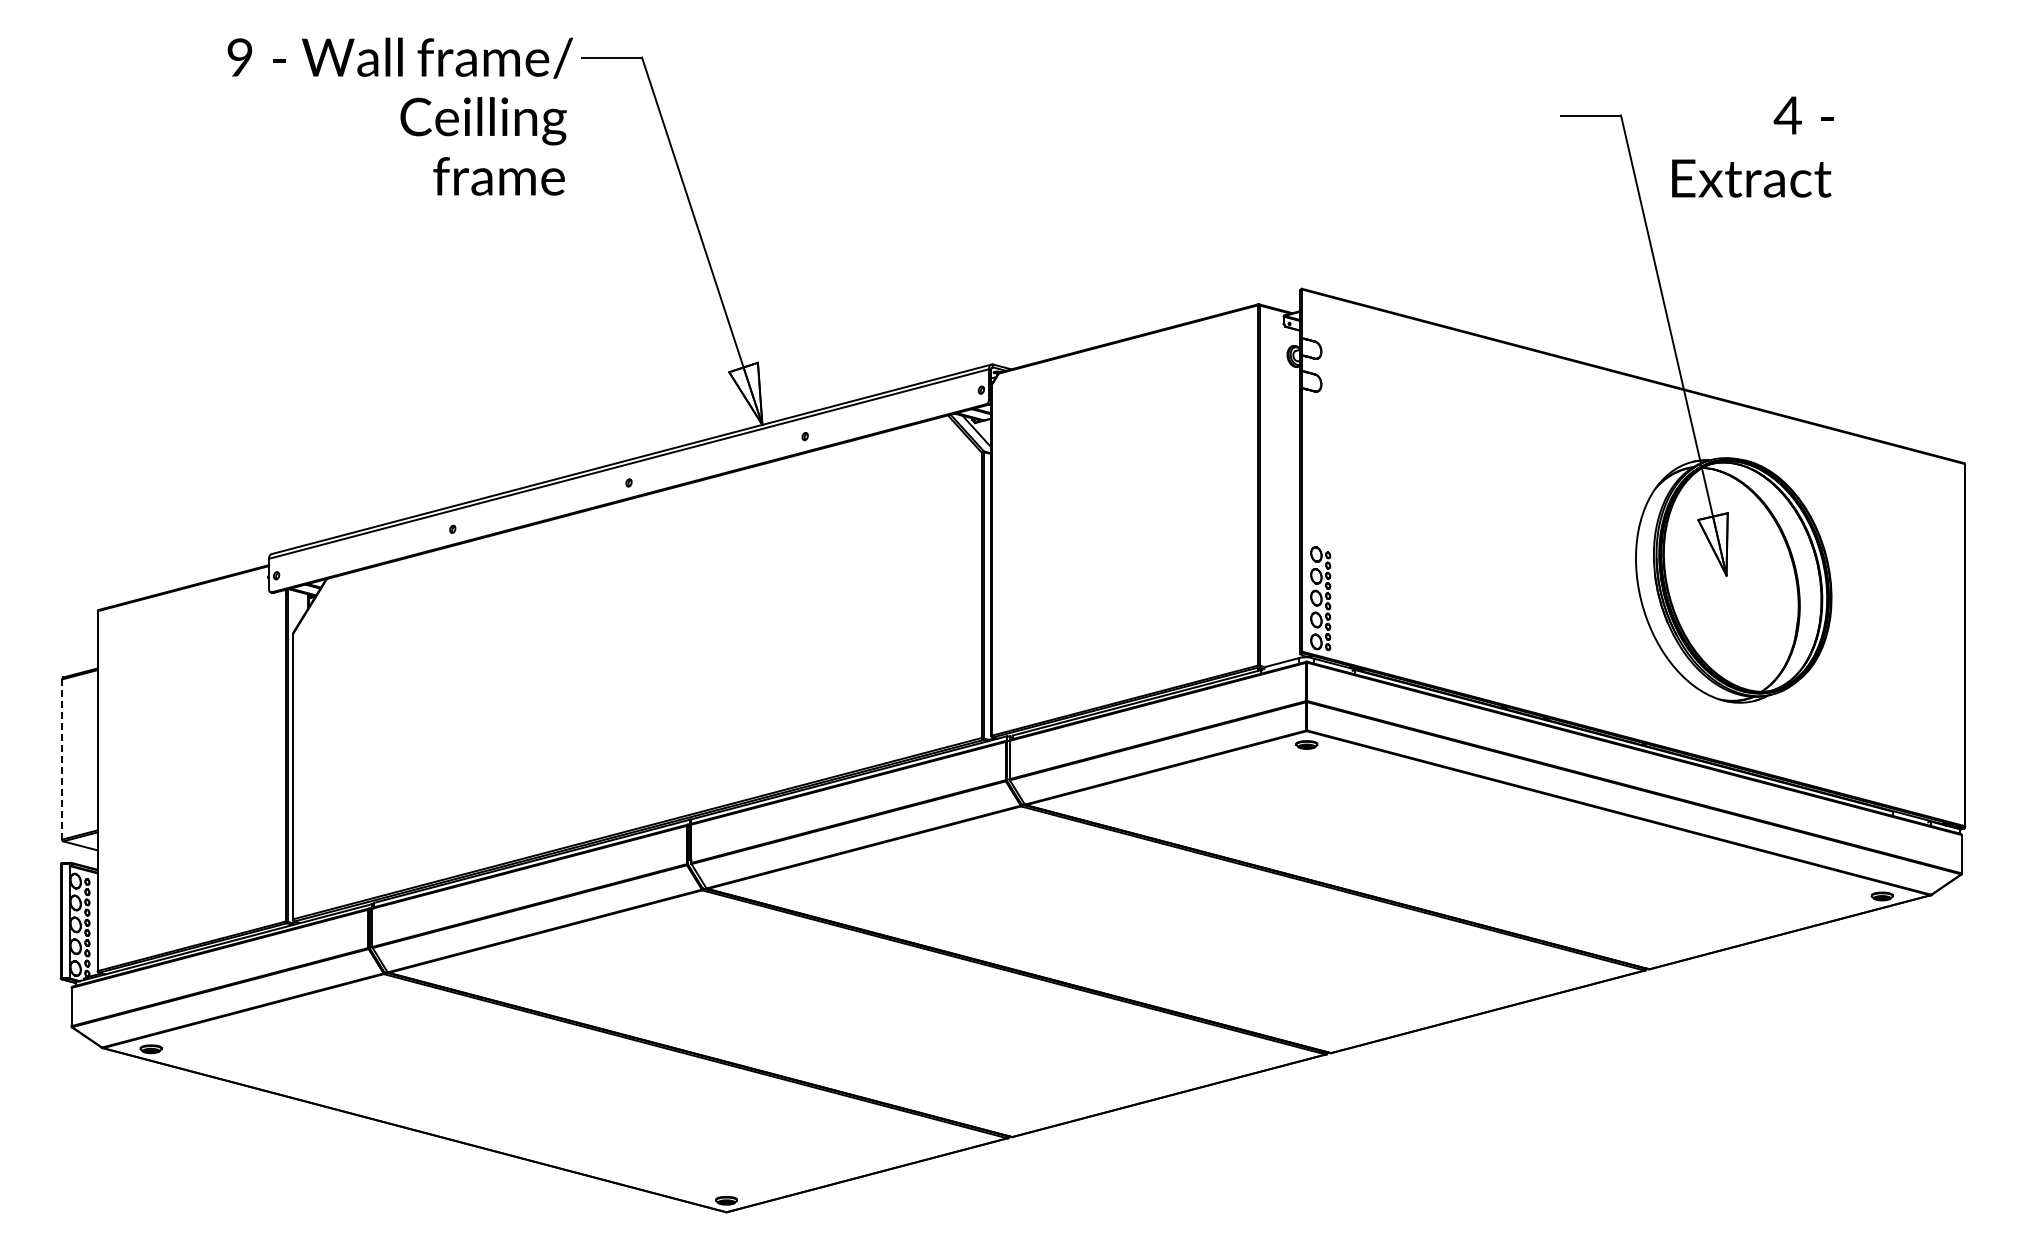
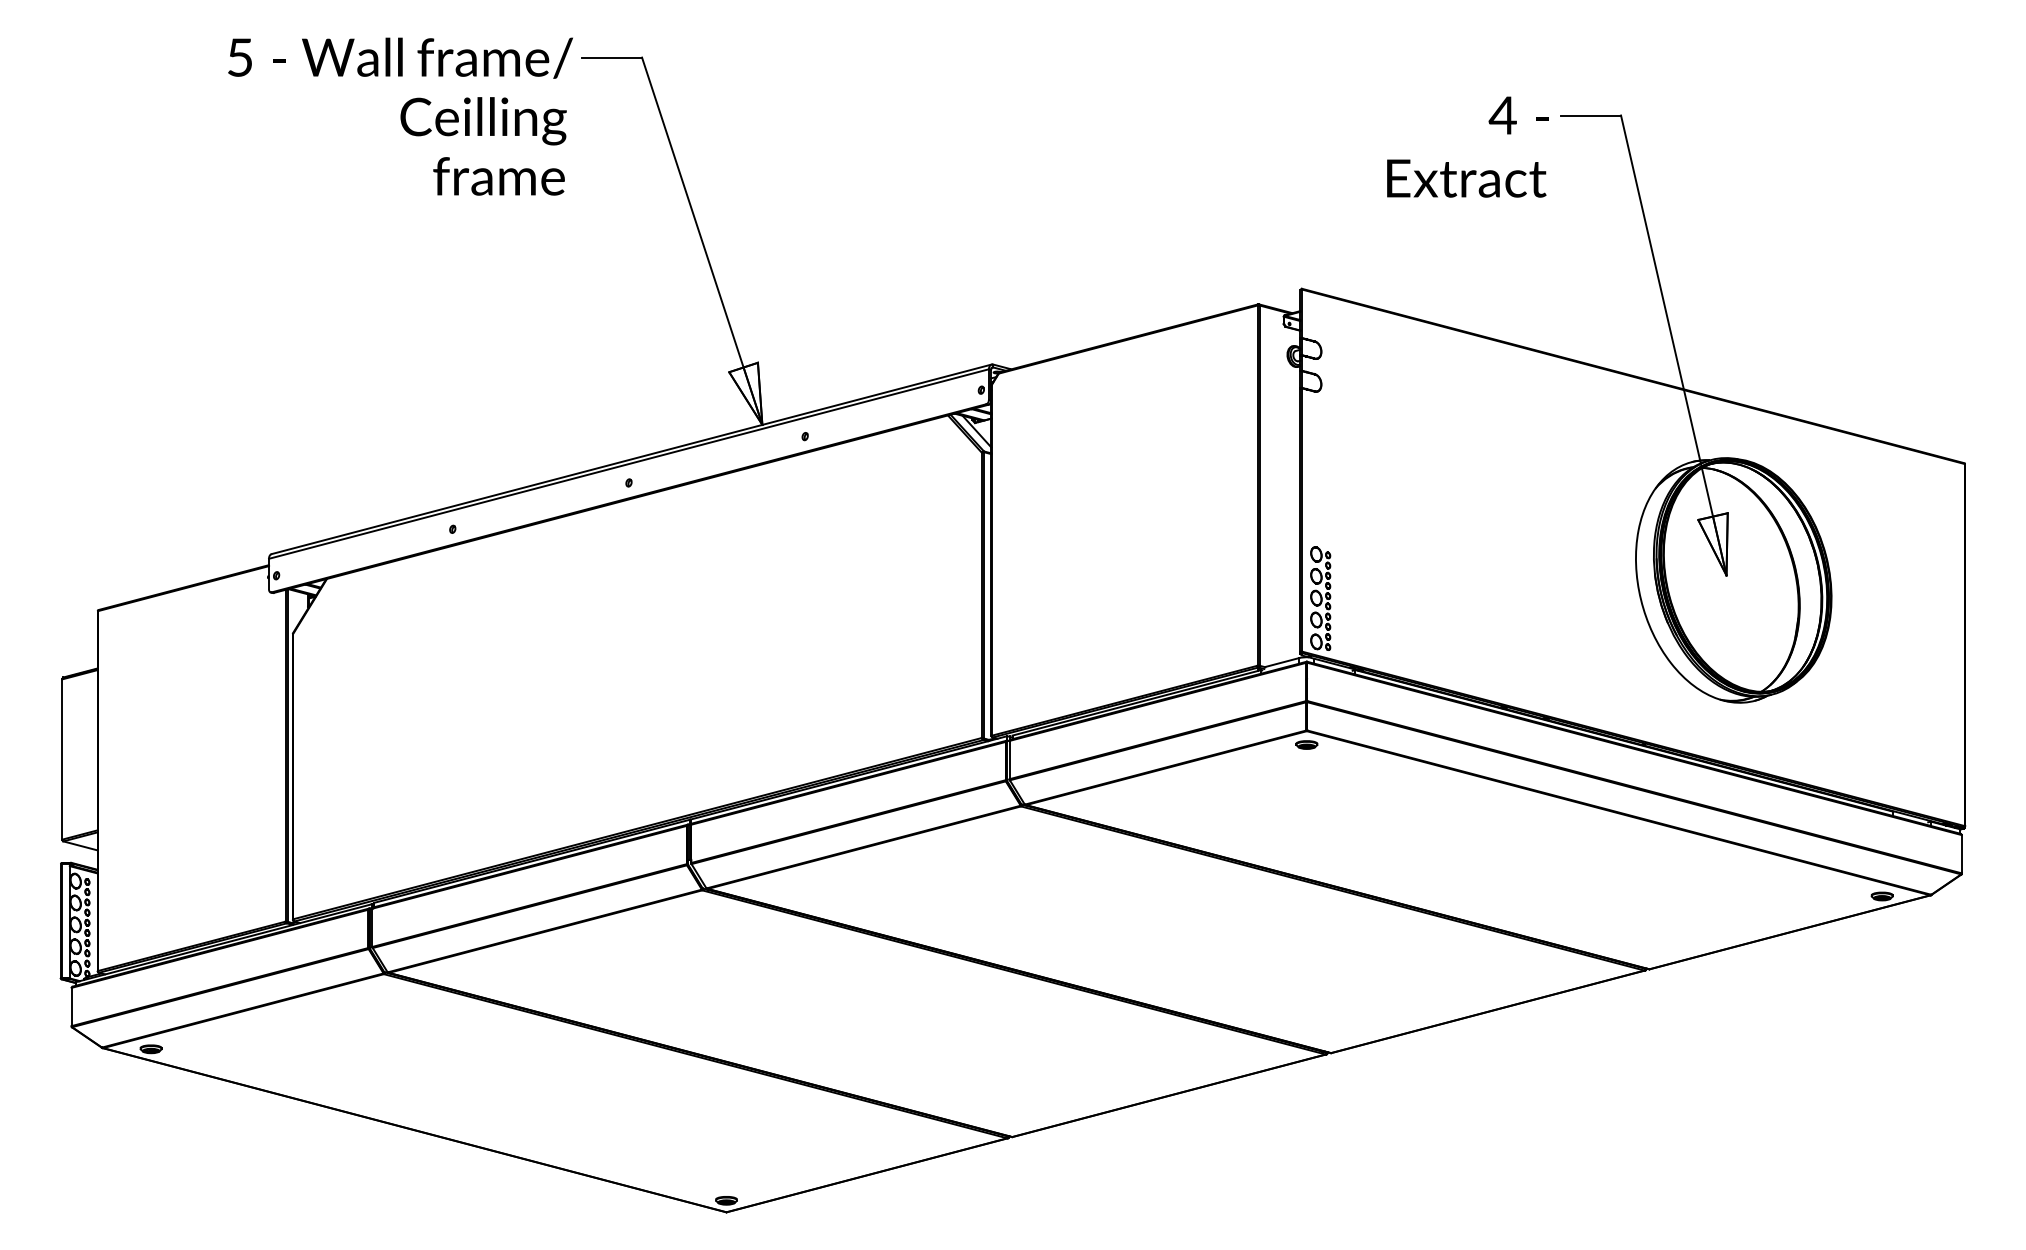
text at (239, 57): 9 -> 5
text at (1752, 146) position: (1752, 146) -> (1467, 146)
line at (62, 759): dashed -> solid
